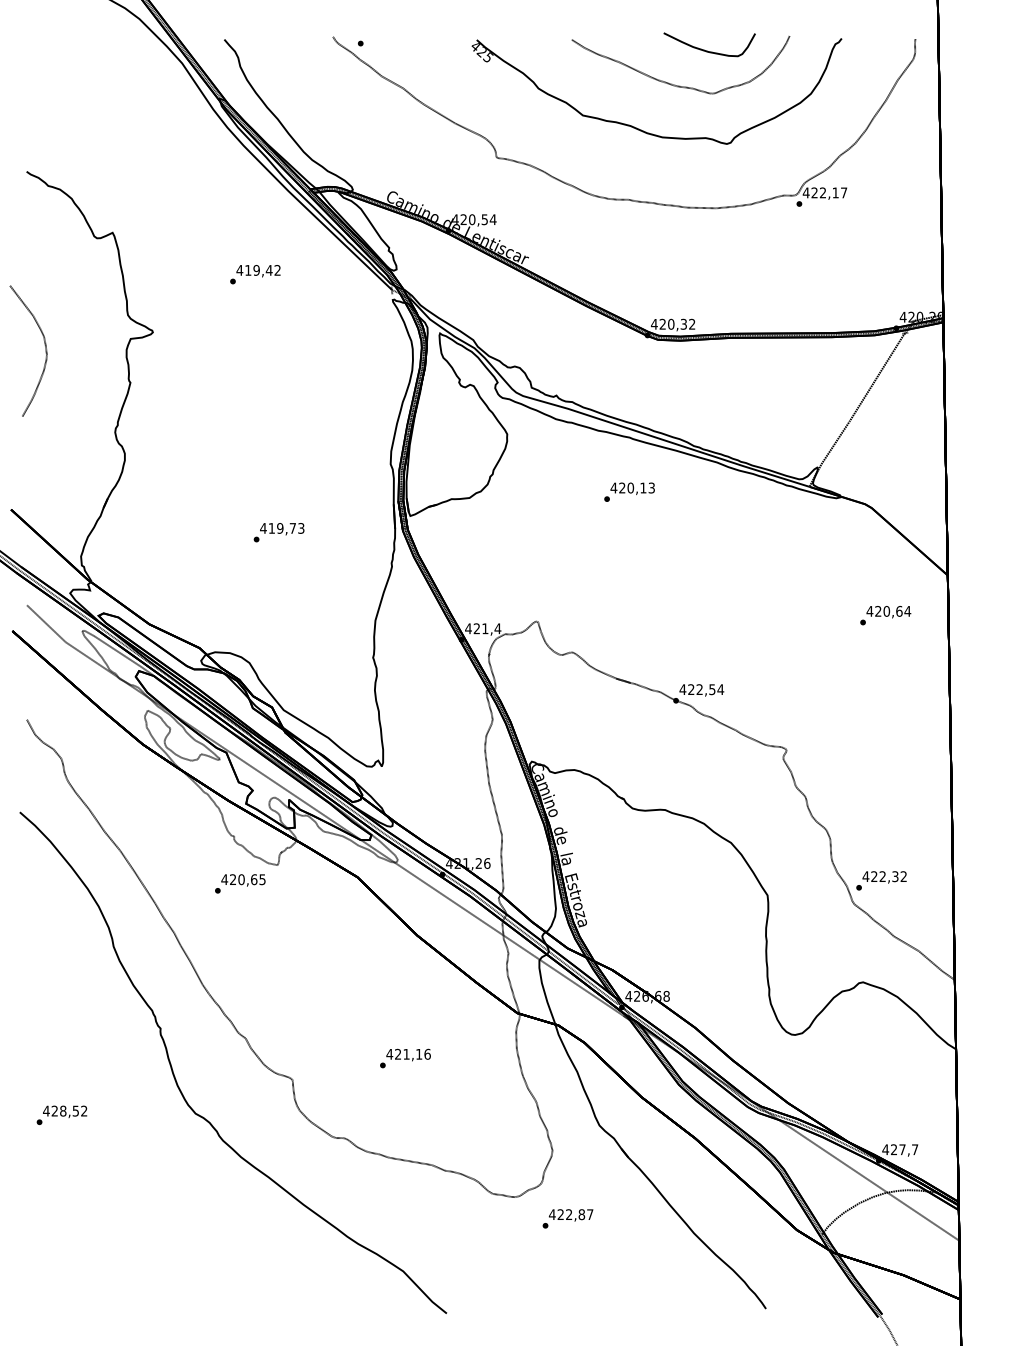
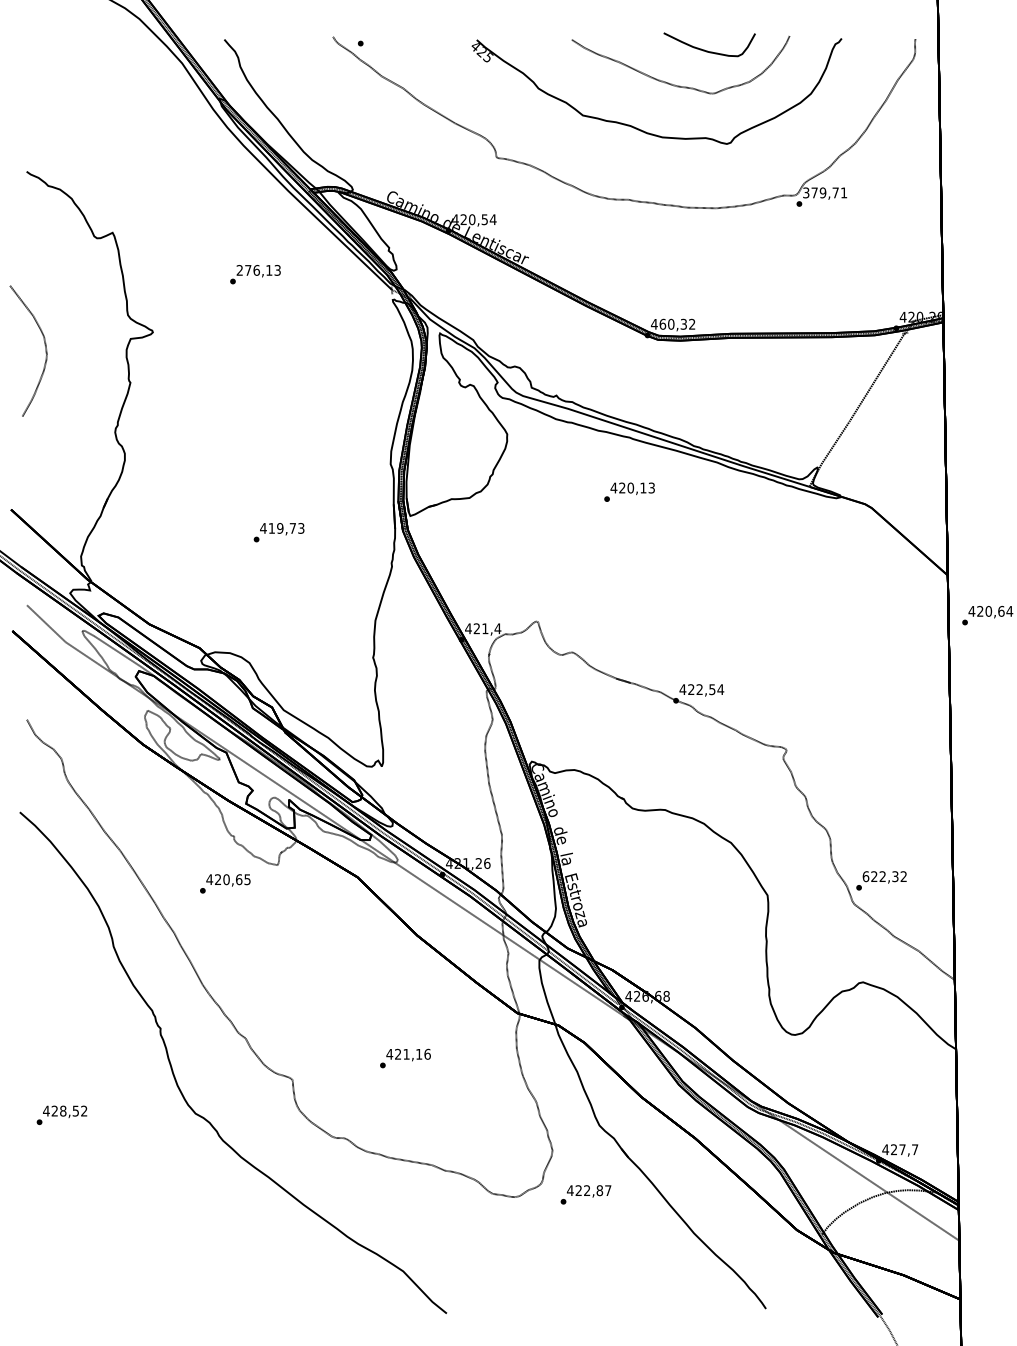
text at (824, 192): 422,17 -> 379,71
text at (258, 270): 419,42 -> 276,13
text at (662, 323): 420,32 -> 460,32
text at (885, 615) position: (885, 615) -> (987, 615)
text at (865, 876): 422,32 -> 622,32
text at (240, 883) position: (240, 883) -> (225, 883)
text at (567, 1218) position: (567, 1218) -> (585, 1194)
